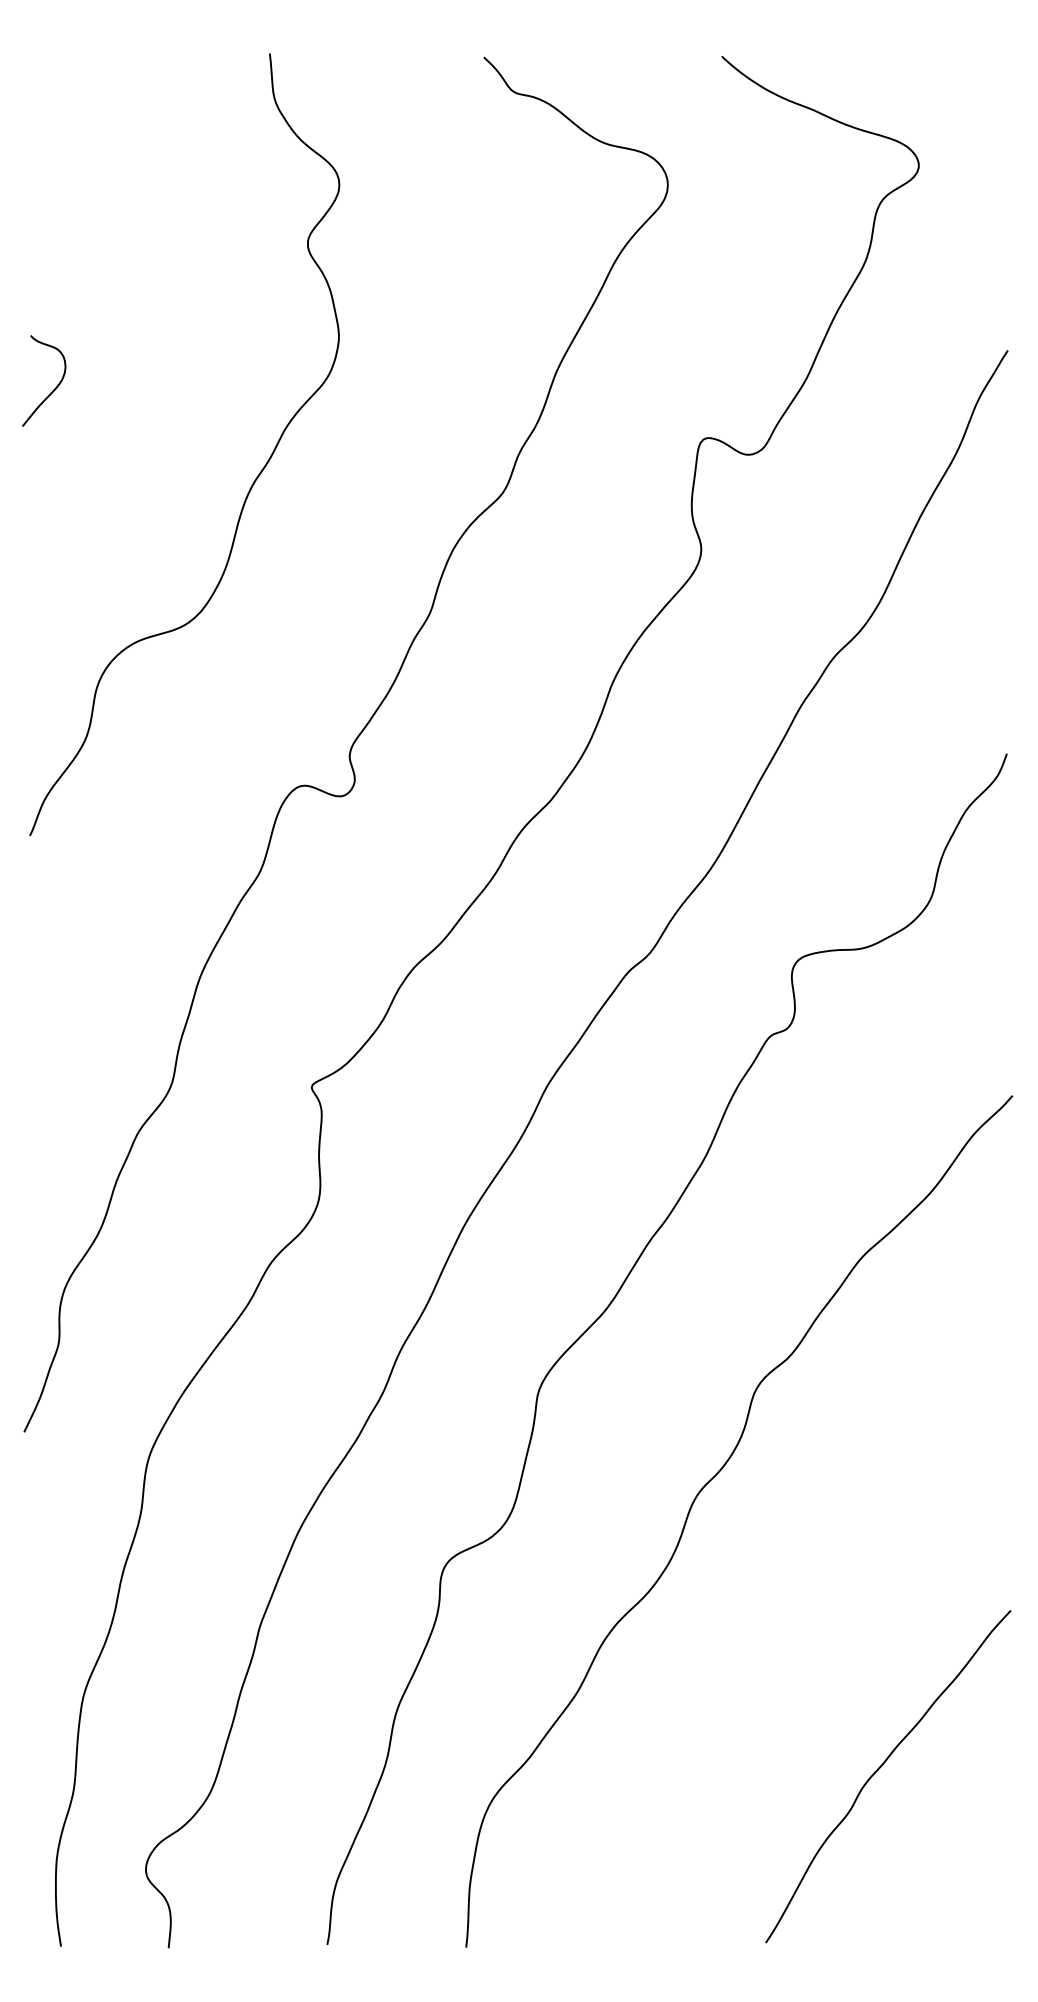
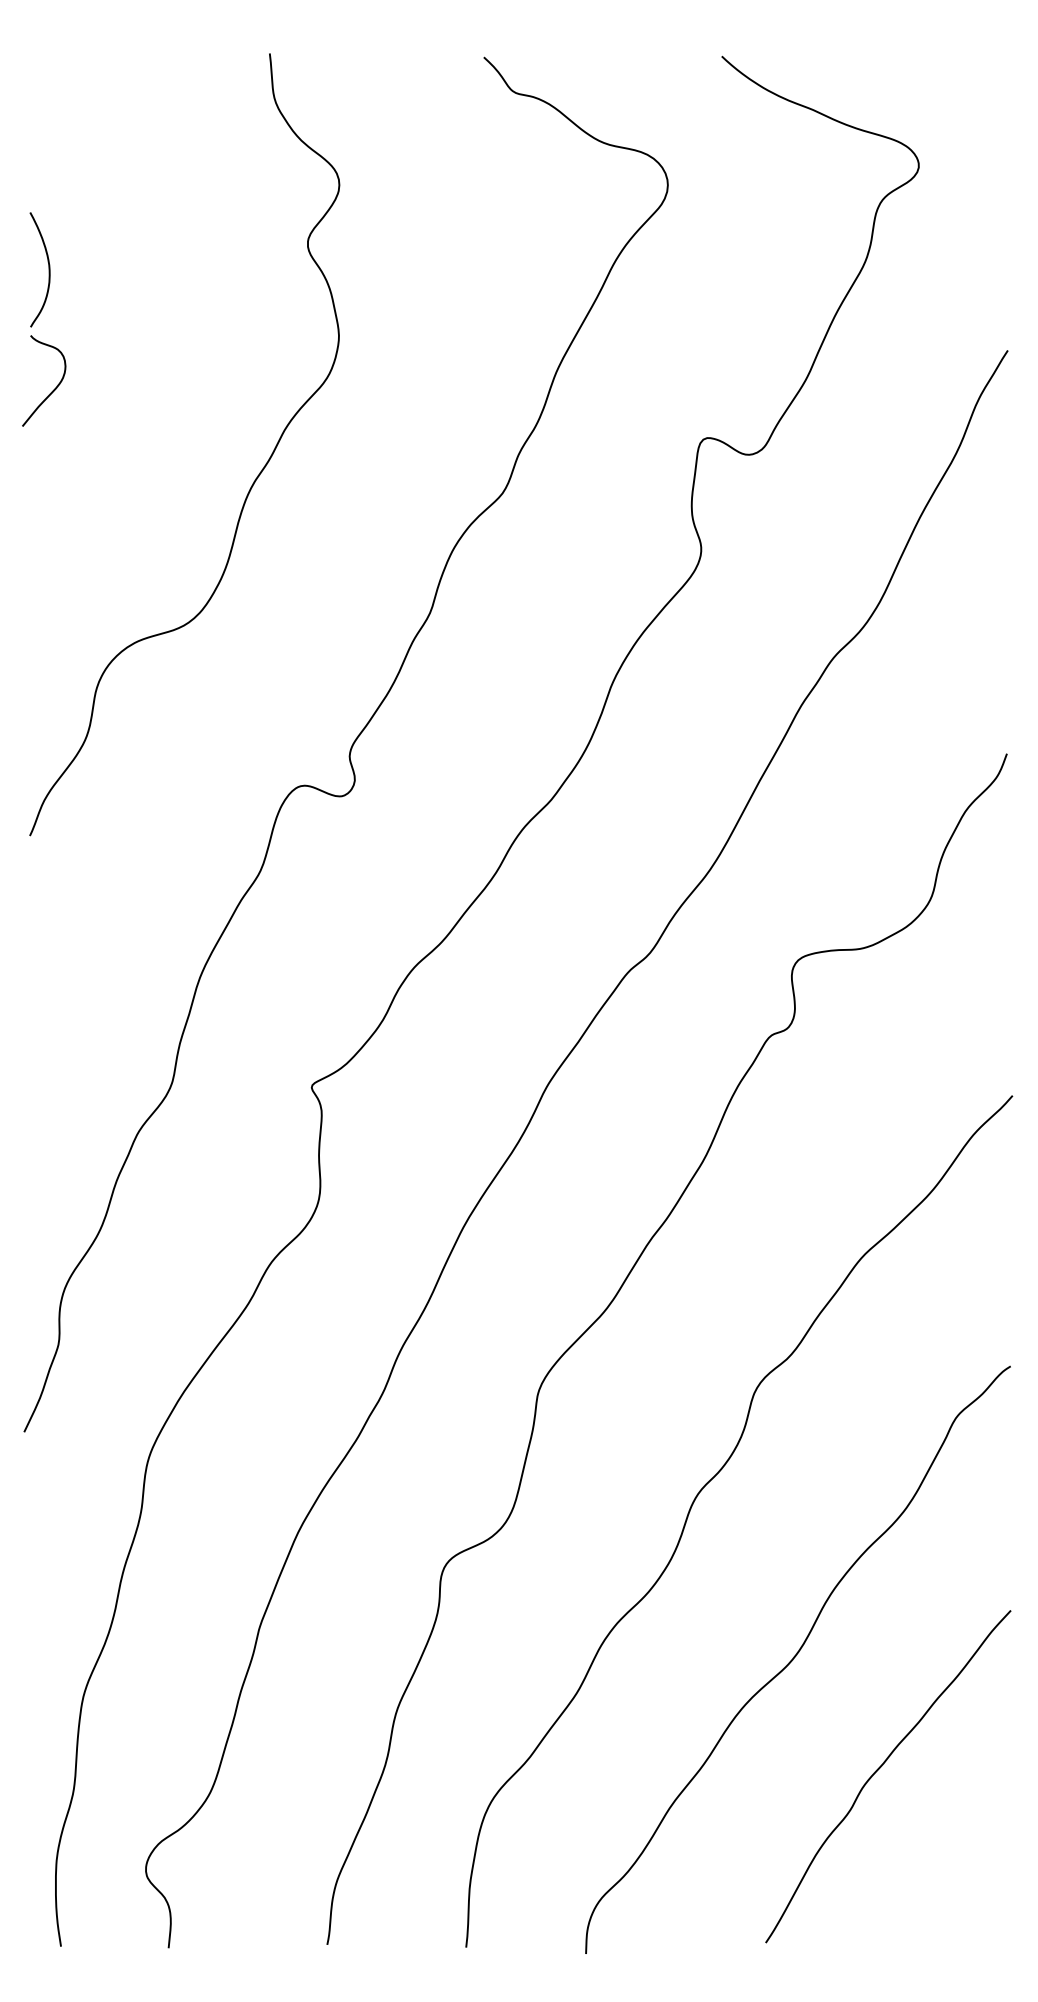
curve at (48, 269): none -> present
curve at (795, 1657): none -> present
